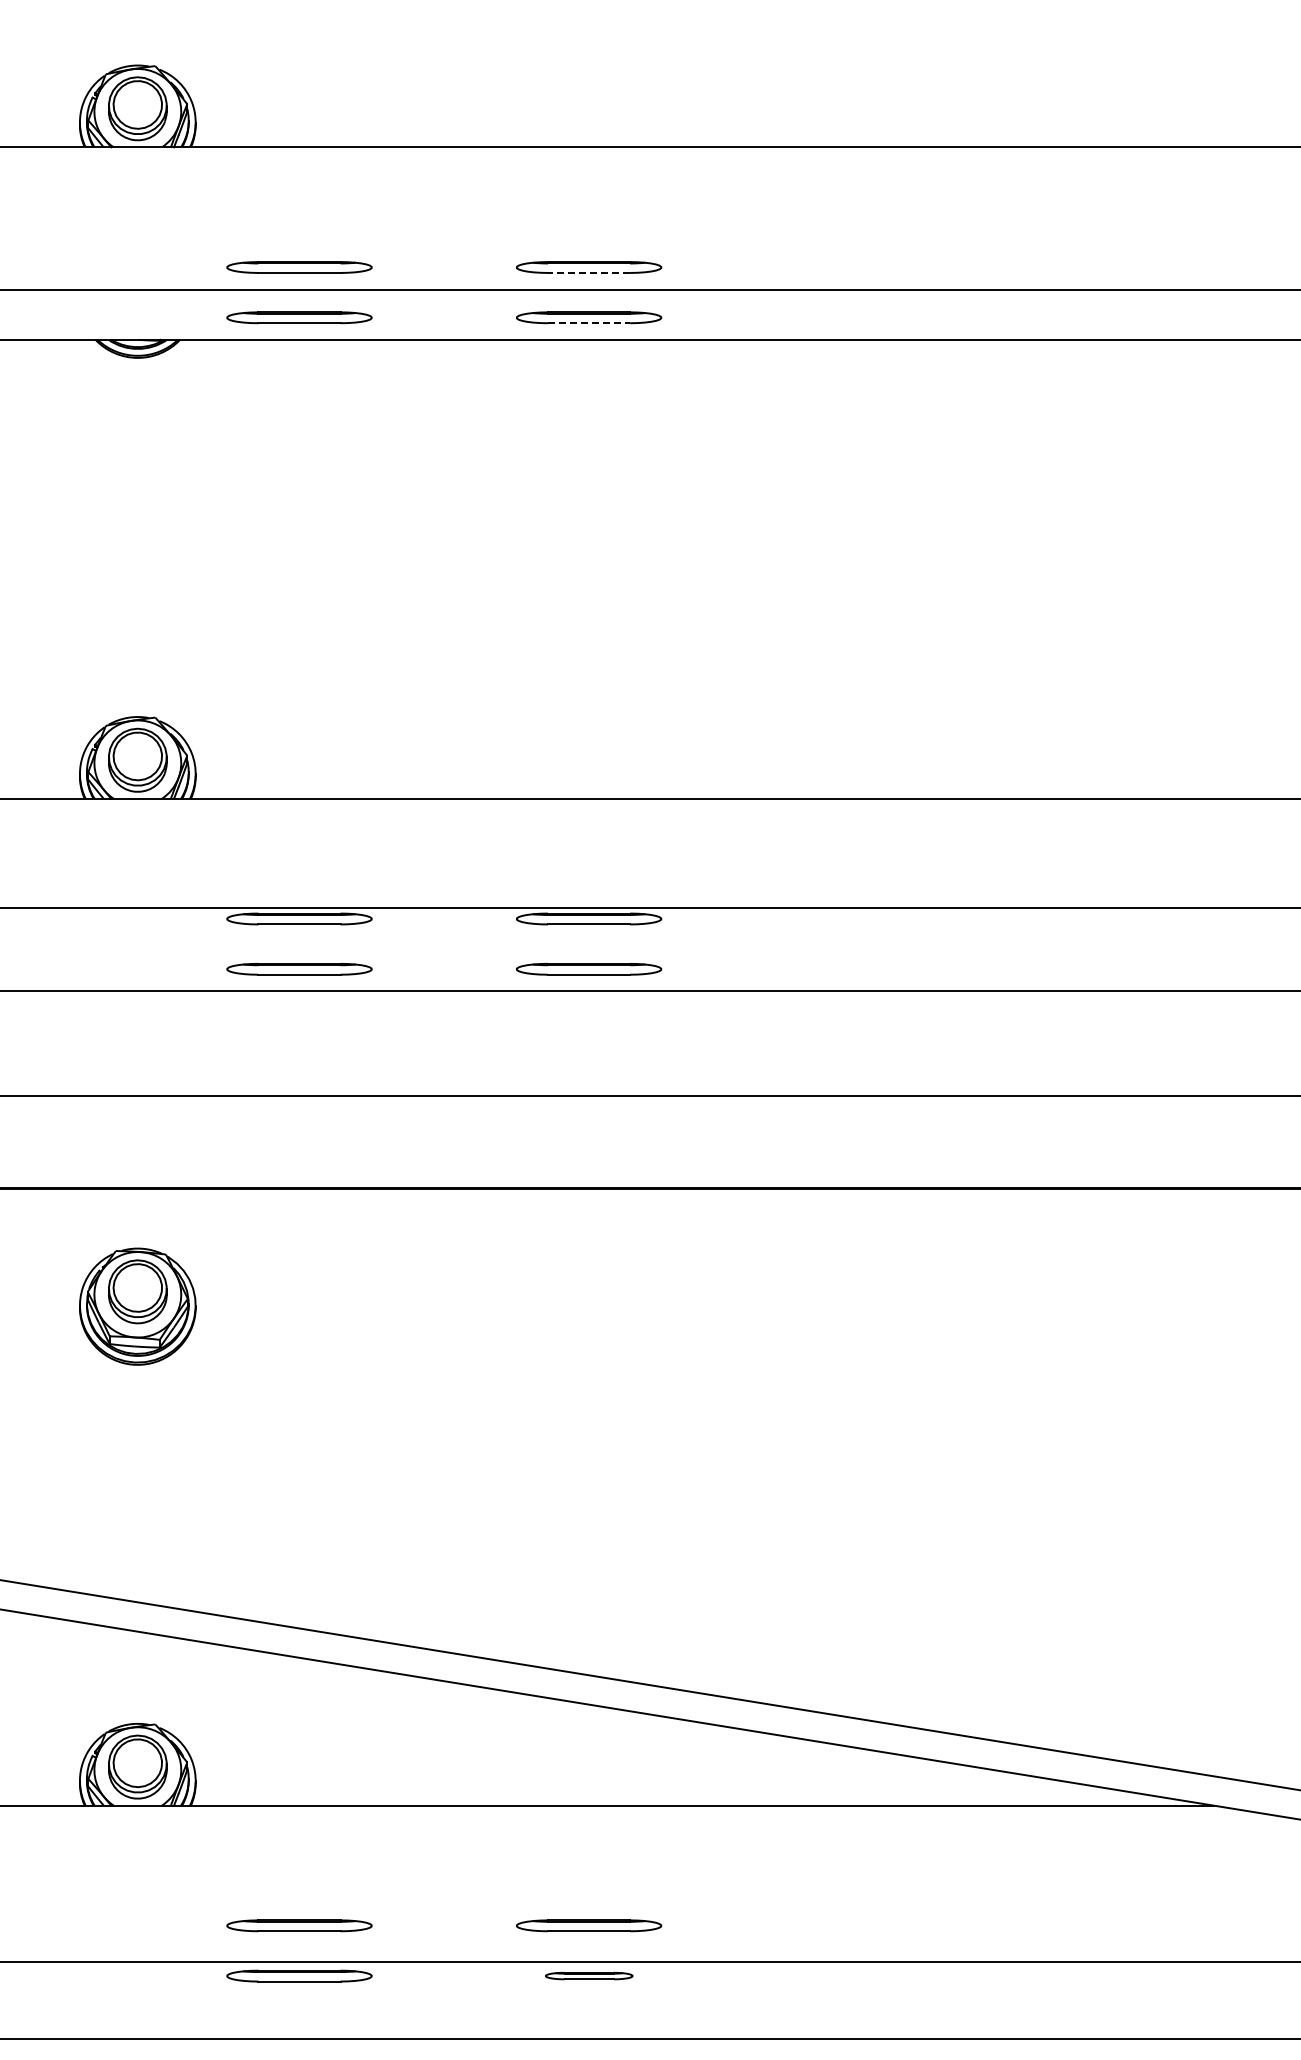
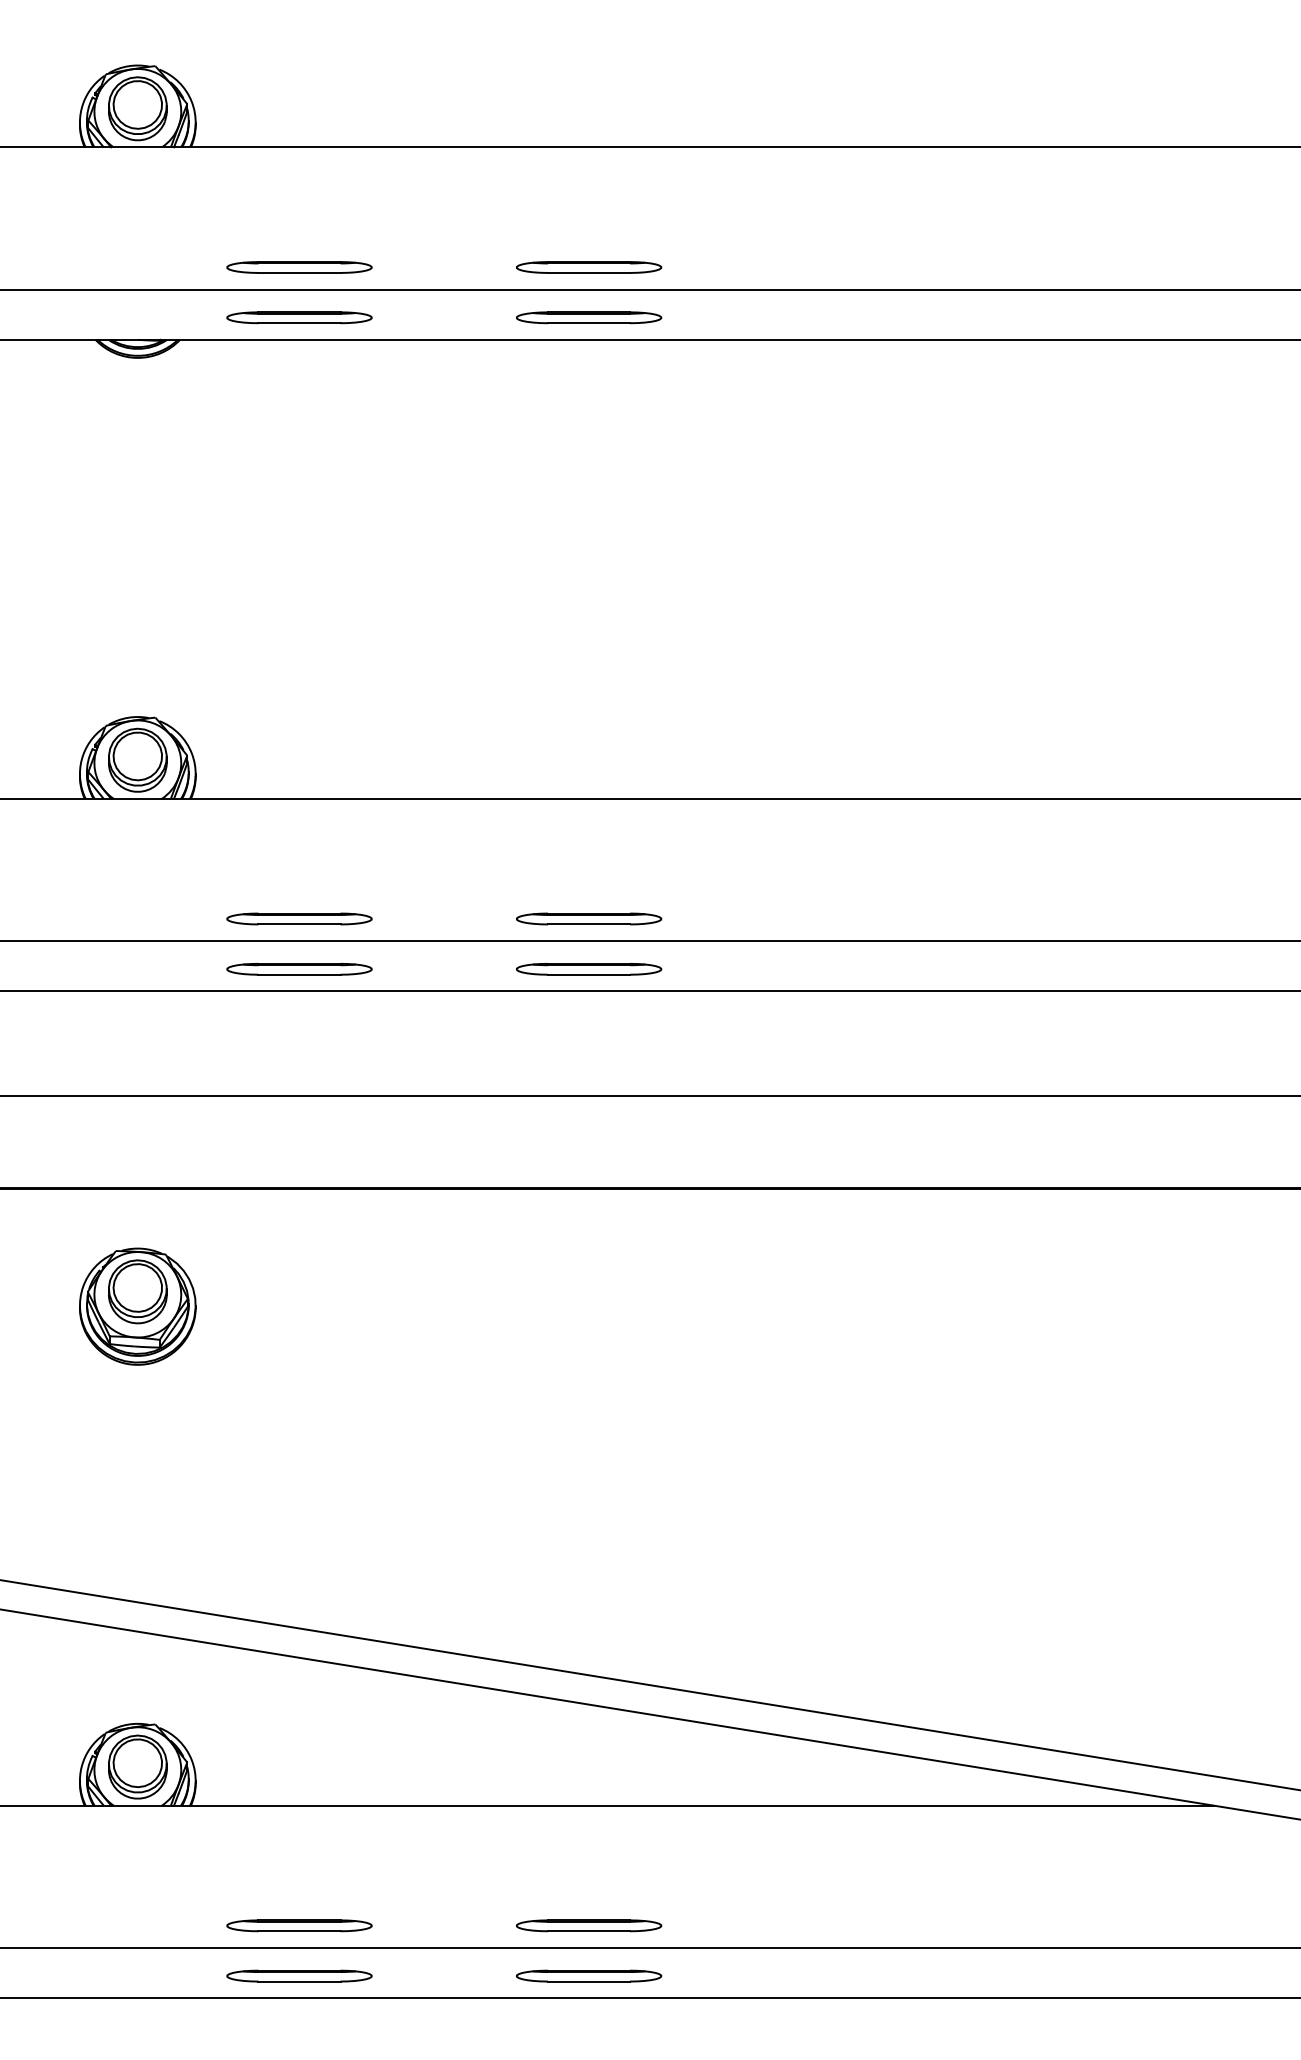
line at (588, 272): dashed -> solid
line at (589, 323): dashed -> solid
line at (649, 908) position: (649, 908) -> (649, 941)
line at (649, 1961) position: (649, 1961) -> (649, 1947)
part at (589, 1975) size: 89x10 px -> 147x14 px
line at (649, 2039) position: (649, 2039) -> (649, 1998)
